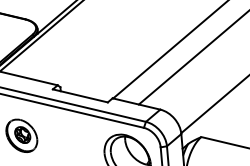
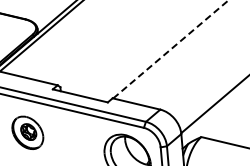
line at (171, 49): solid -> dashed
line at (192, 58): present -> none
part at (21, 135) position: (21, 135) -> (27, 132)
